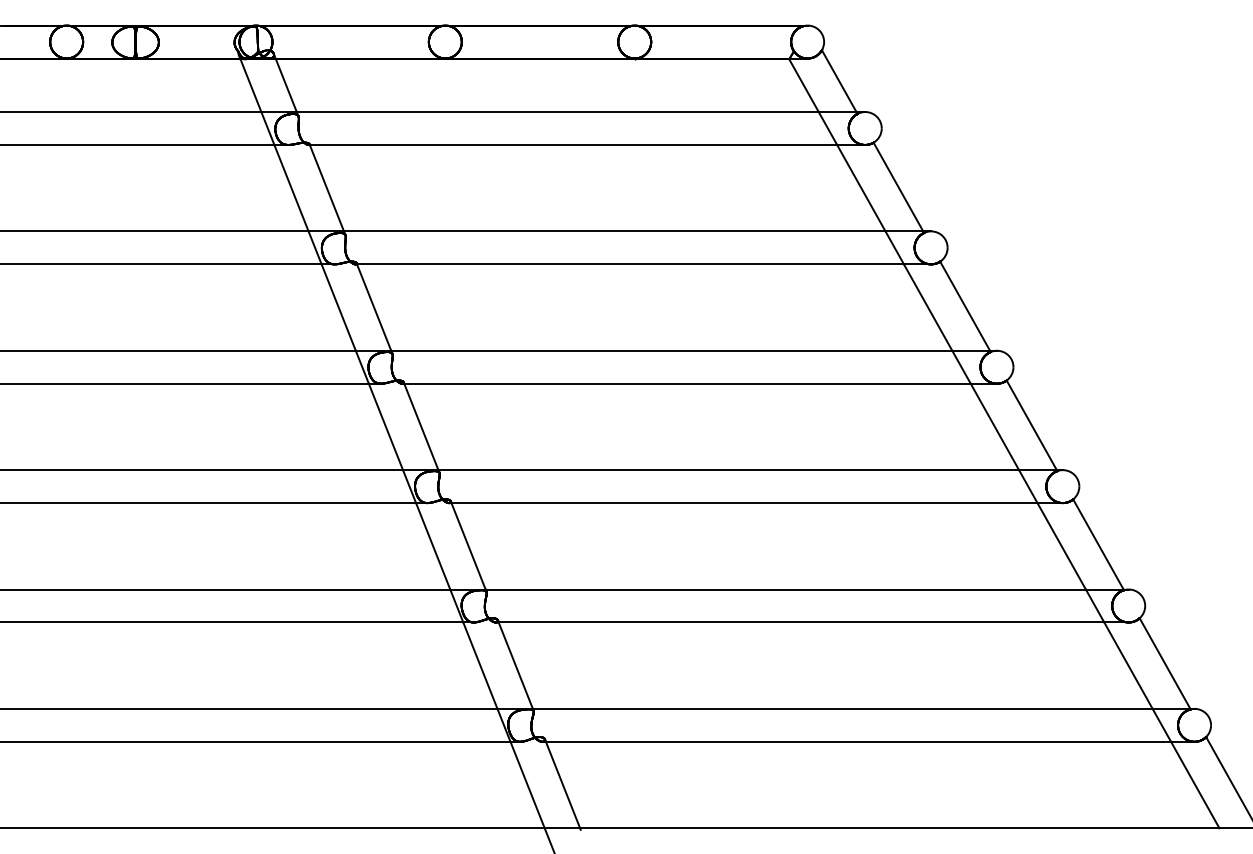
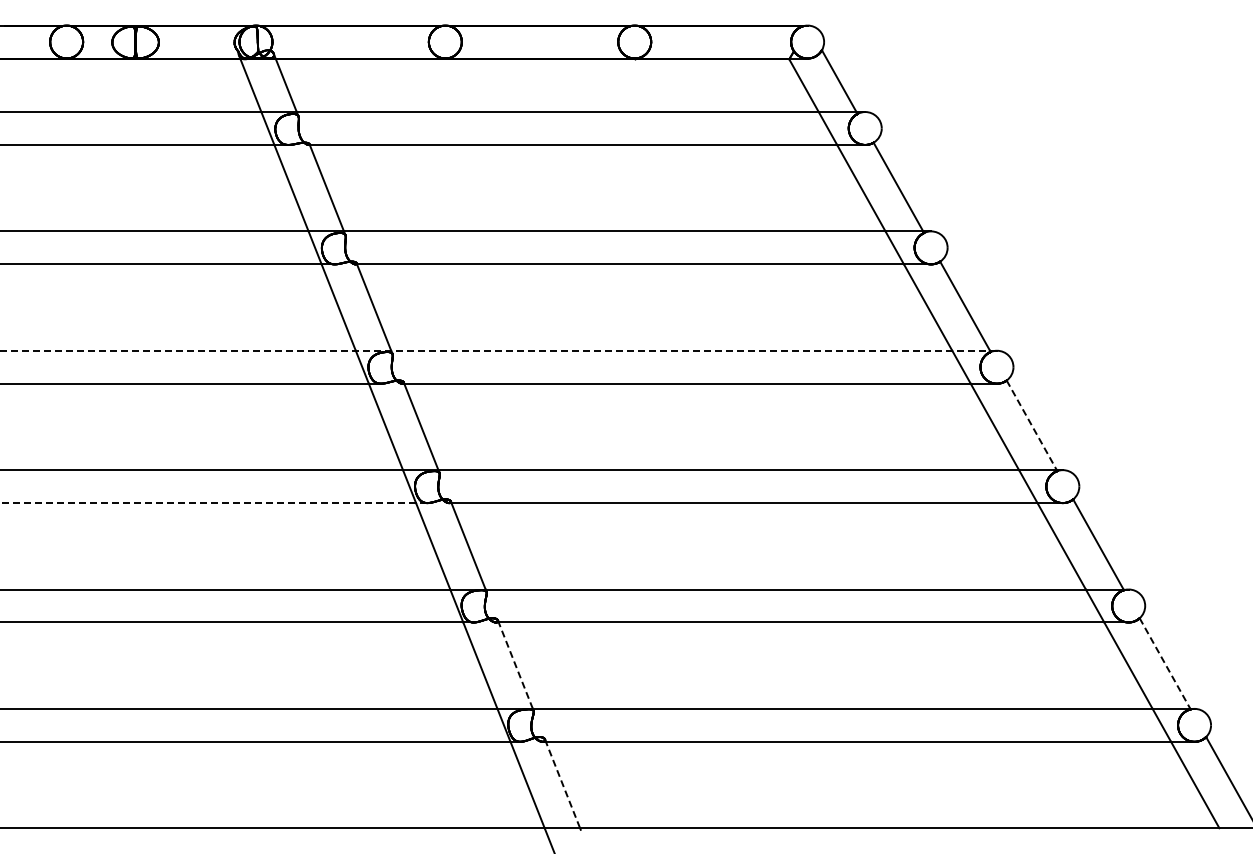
line at (498, 350): solid -> dashed
line at (1032, 425): solid -> dashed
line at (214, 503): solid -> dashed
line at (1165, 663): solid -> dashed
line at (515, 665): solid -> dashed
line at (562, 783): solid -> dashed
